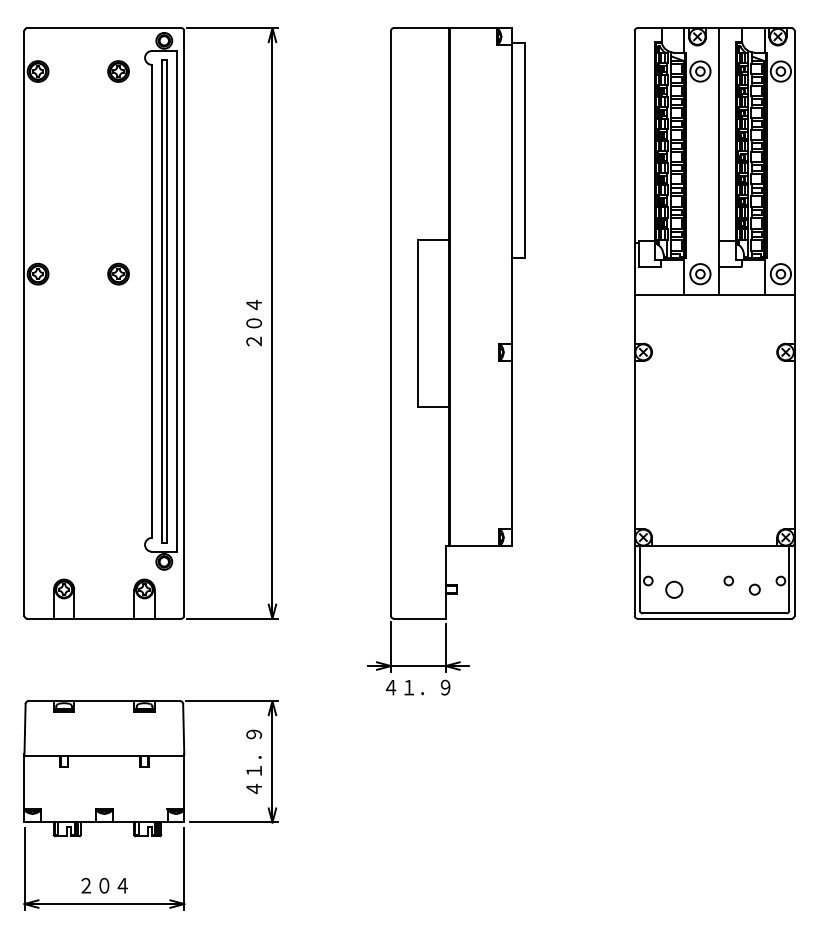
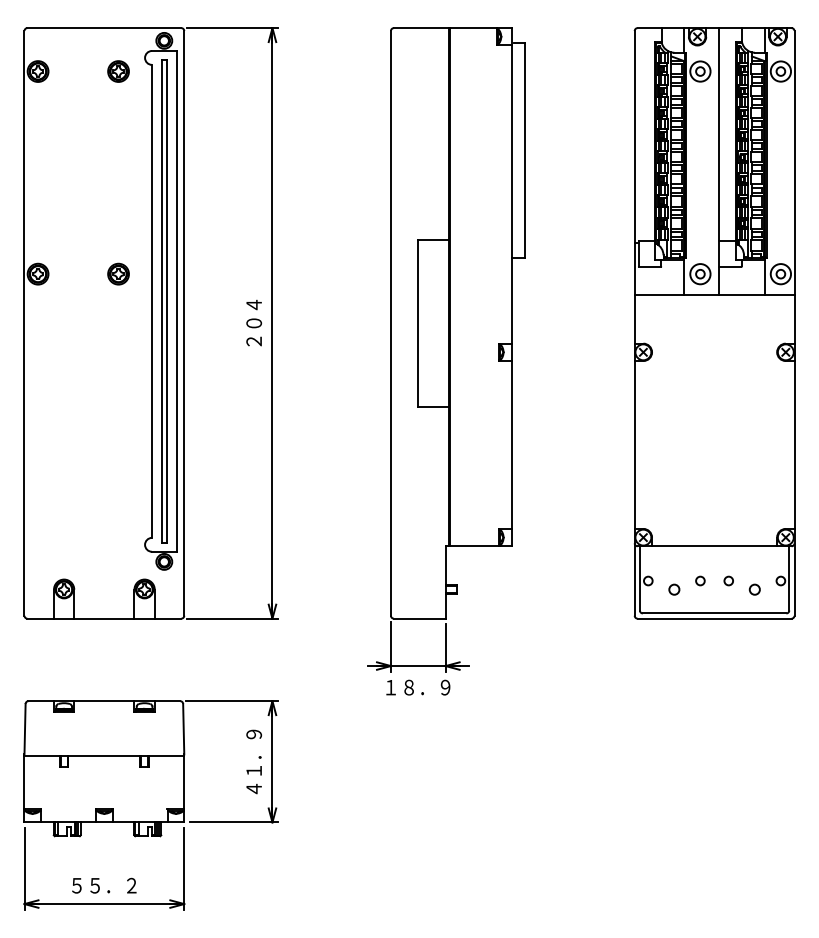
circle at (700, 580): none -> present
circle at (674, 589) size: 19x19 px -> 13x13 px
text at (399, 687): ４１．９ -> １８．９
text at (104, 885): ２０４ -> ５５．２
